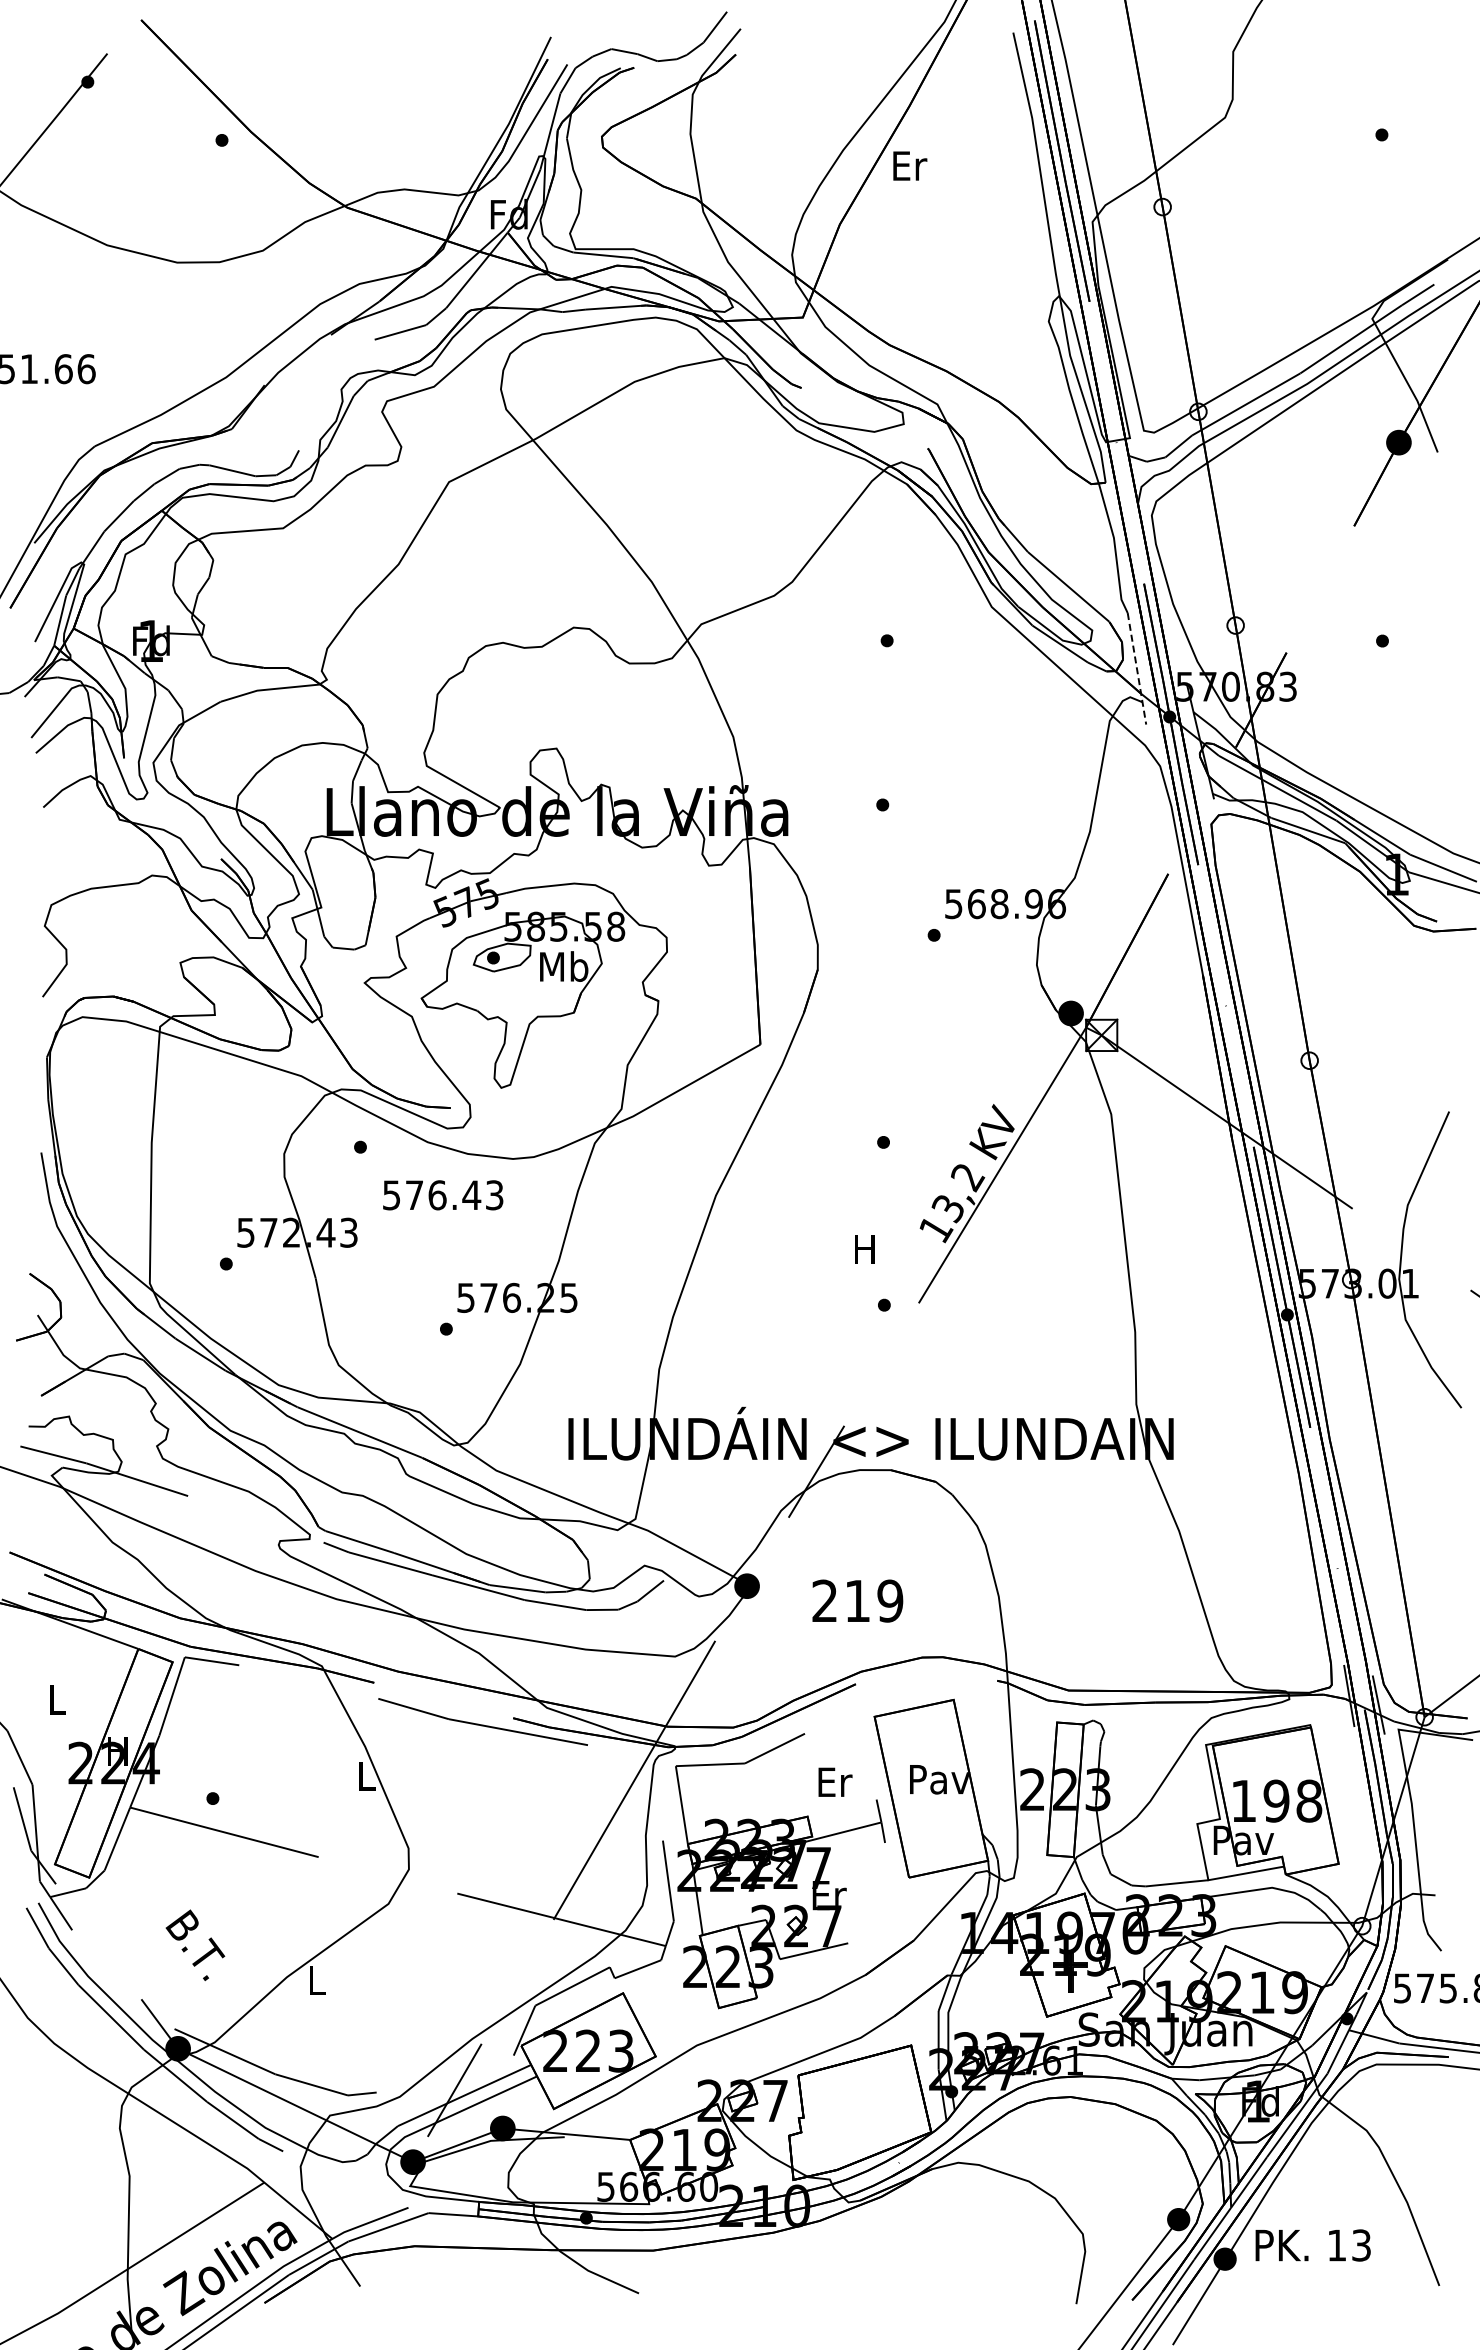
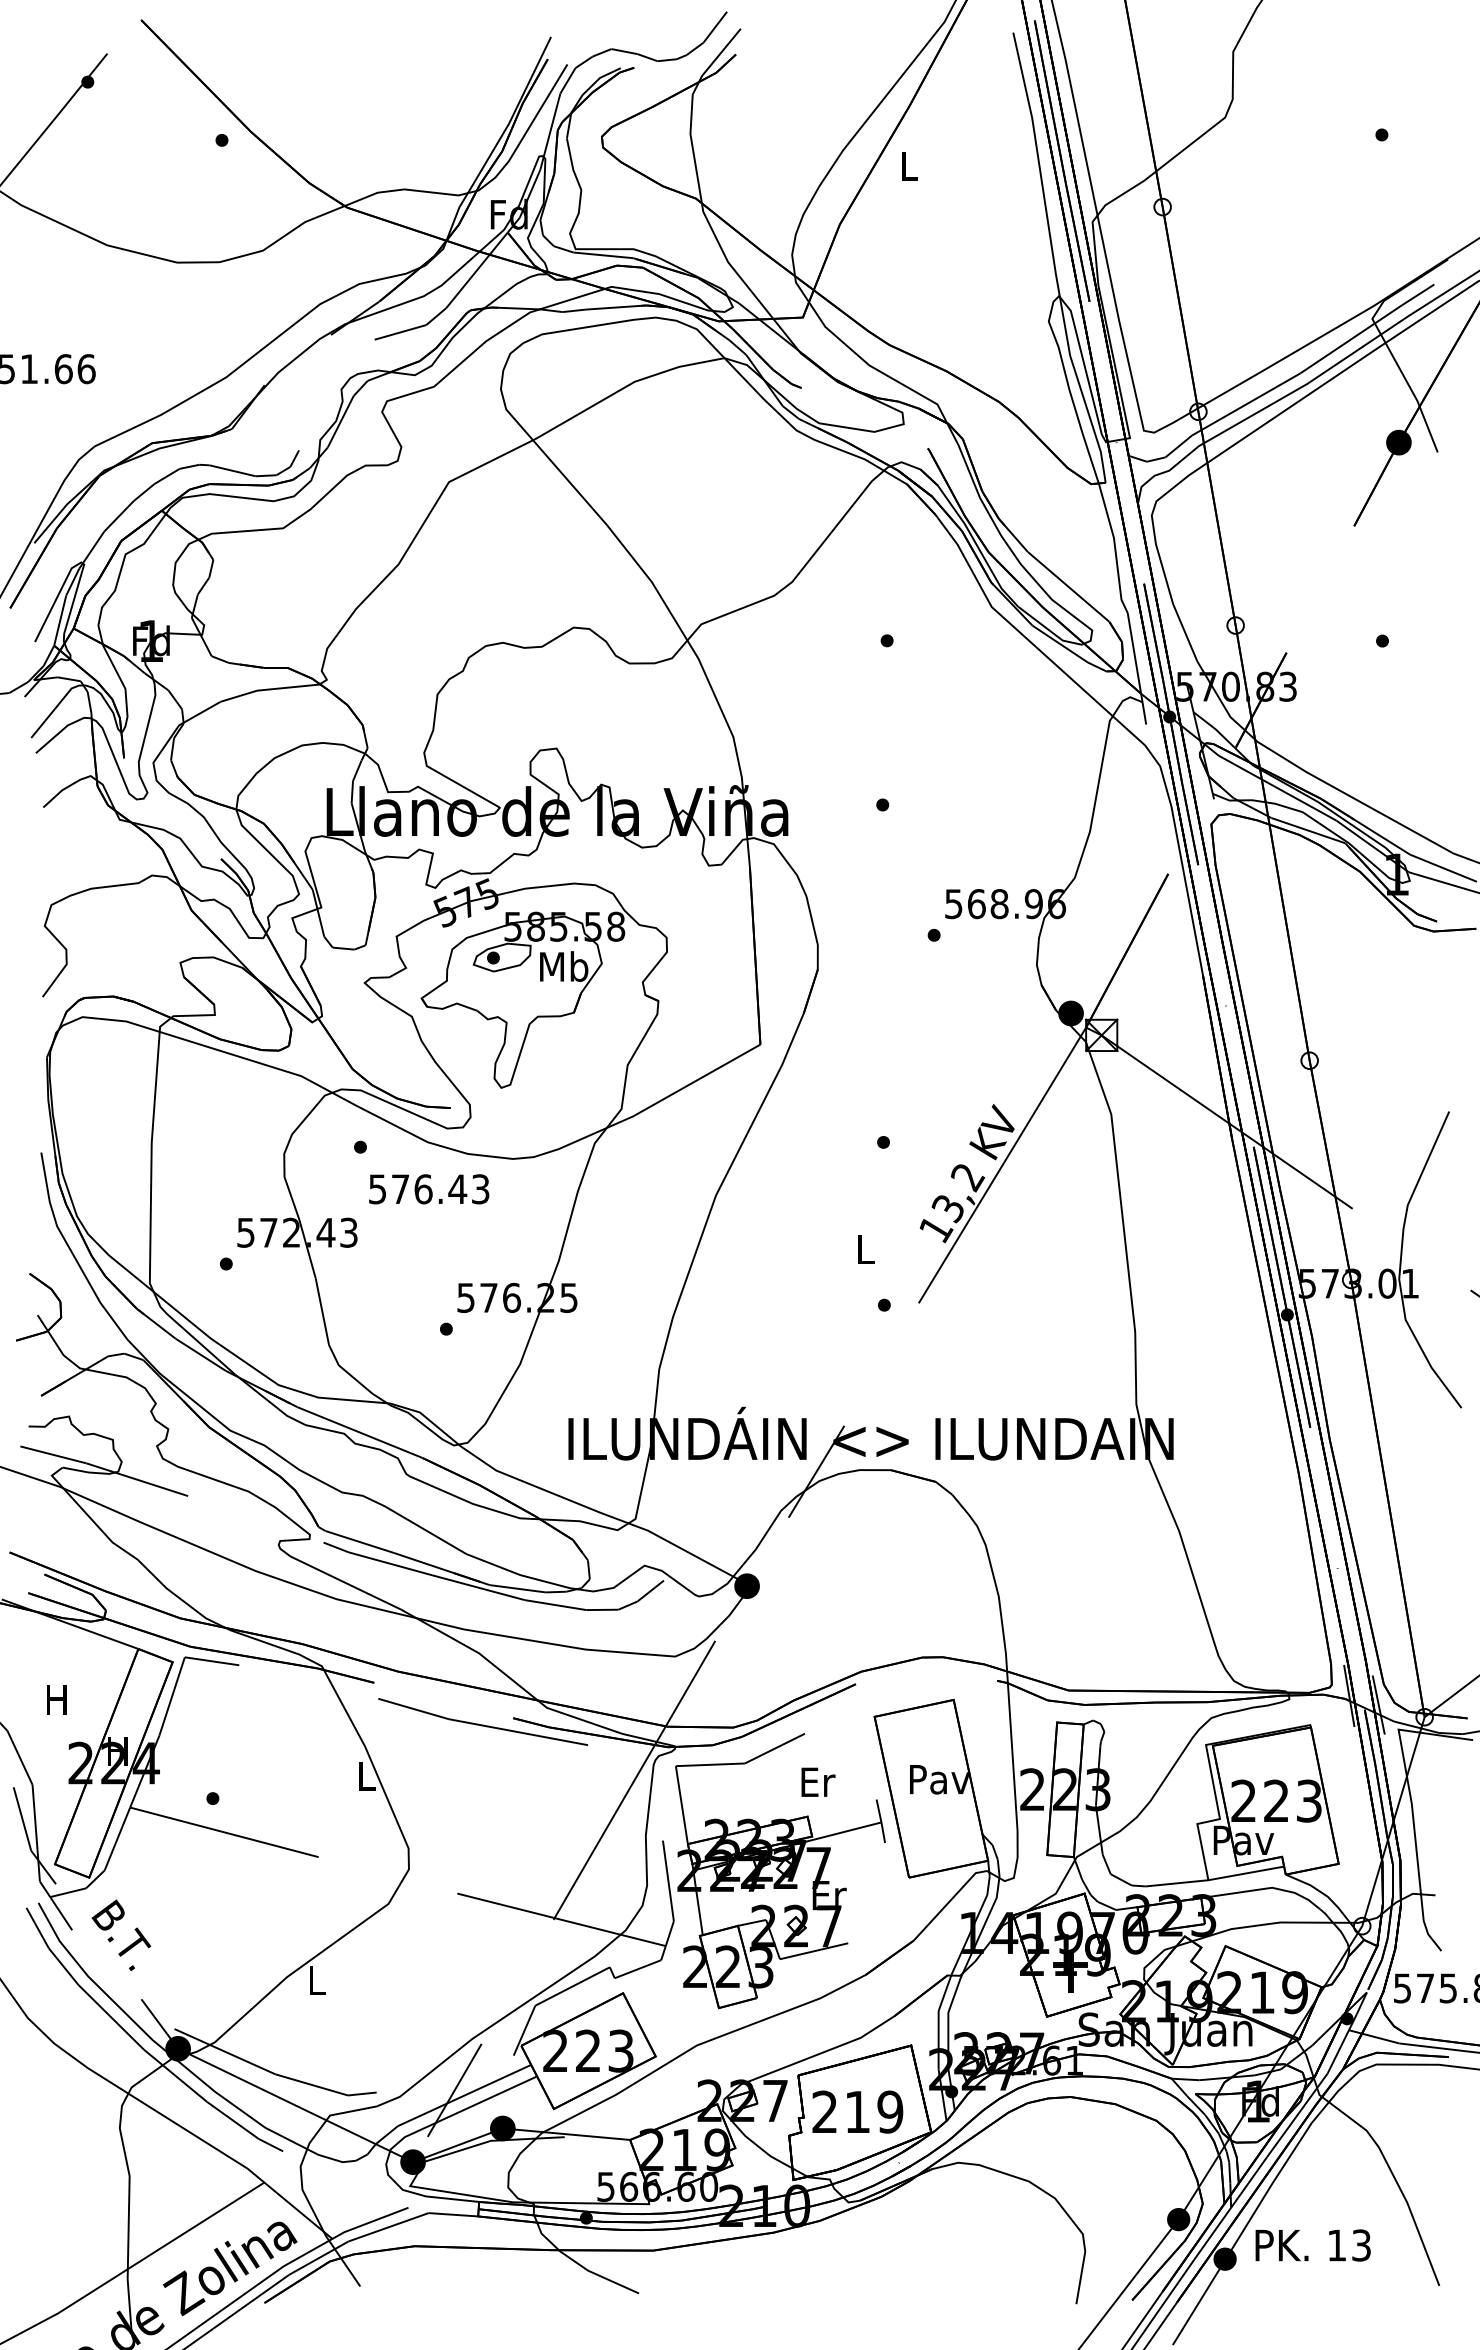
text at (910, 165): Er -> L
line at (1136, 668): dashed -> solid
text at (443, 1195) position: (443, 1195) -> (429, 1189)
text at (864, 1249): H -> L
text at (857, 1600) position: (857, 1600) -> (857, 2111)
text at (56, 1699): L -> H
text at (835, 1781) position: (835, 1781) -> (818, 1781)
text at (1276, 1800): 198 -> 223
text at (195, 1945) position: (195, 1945) -> (121, 1935)
